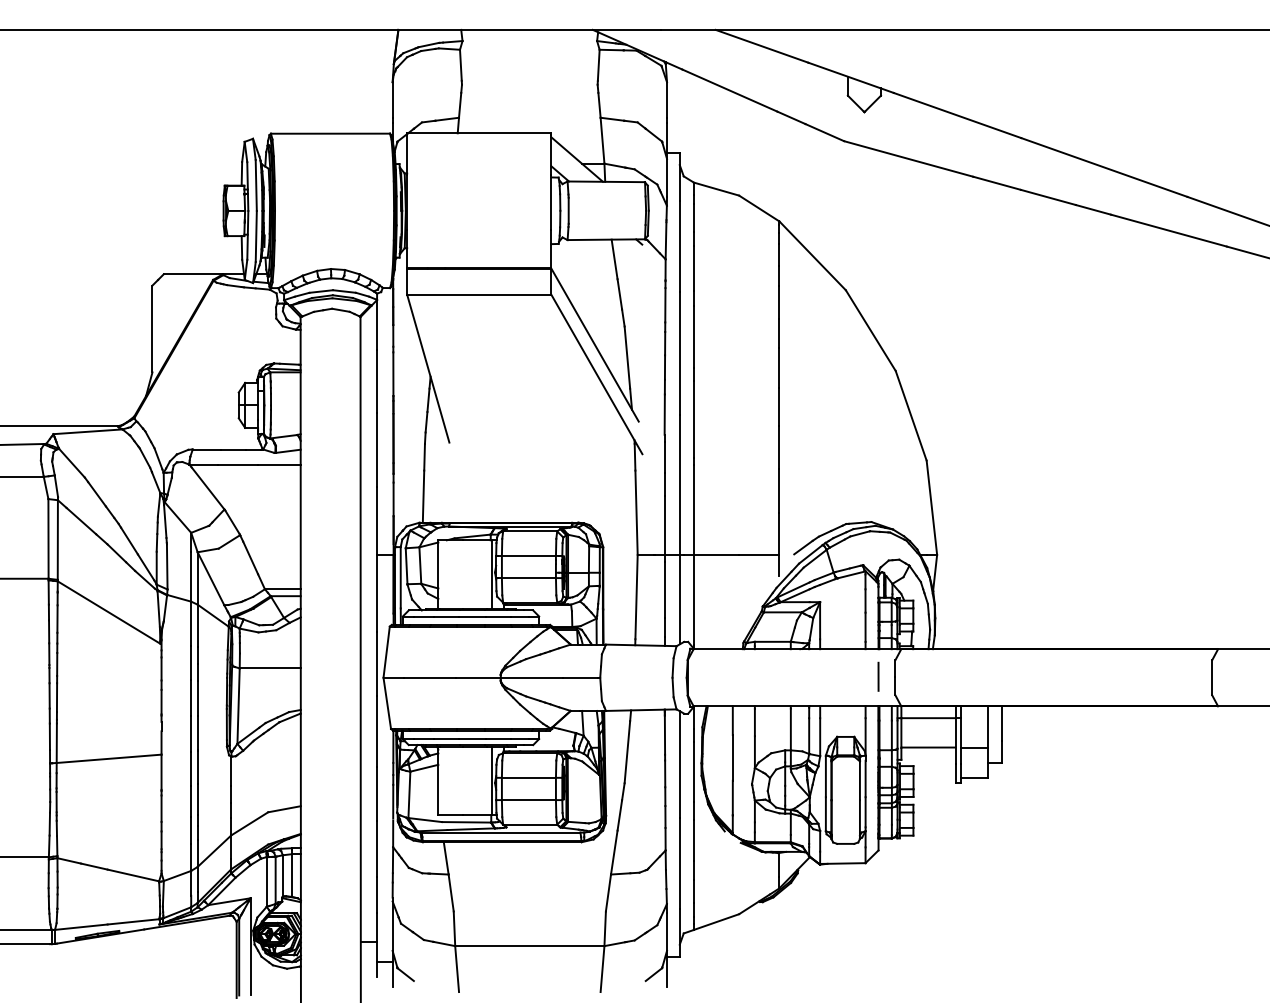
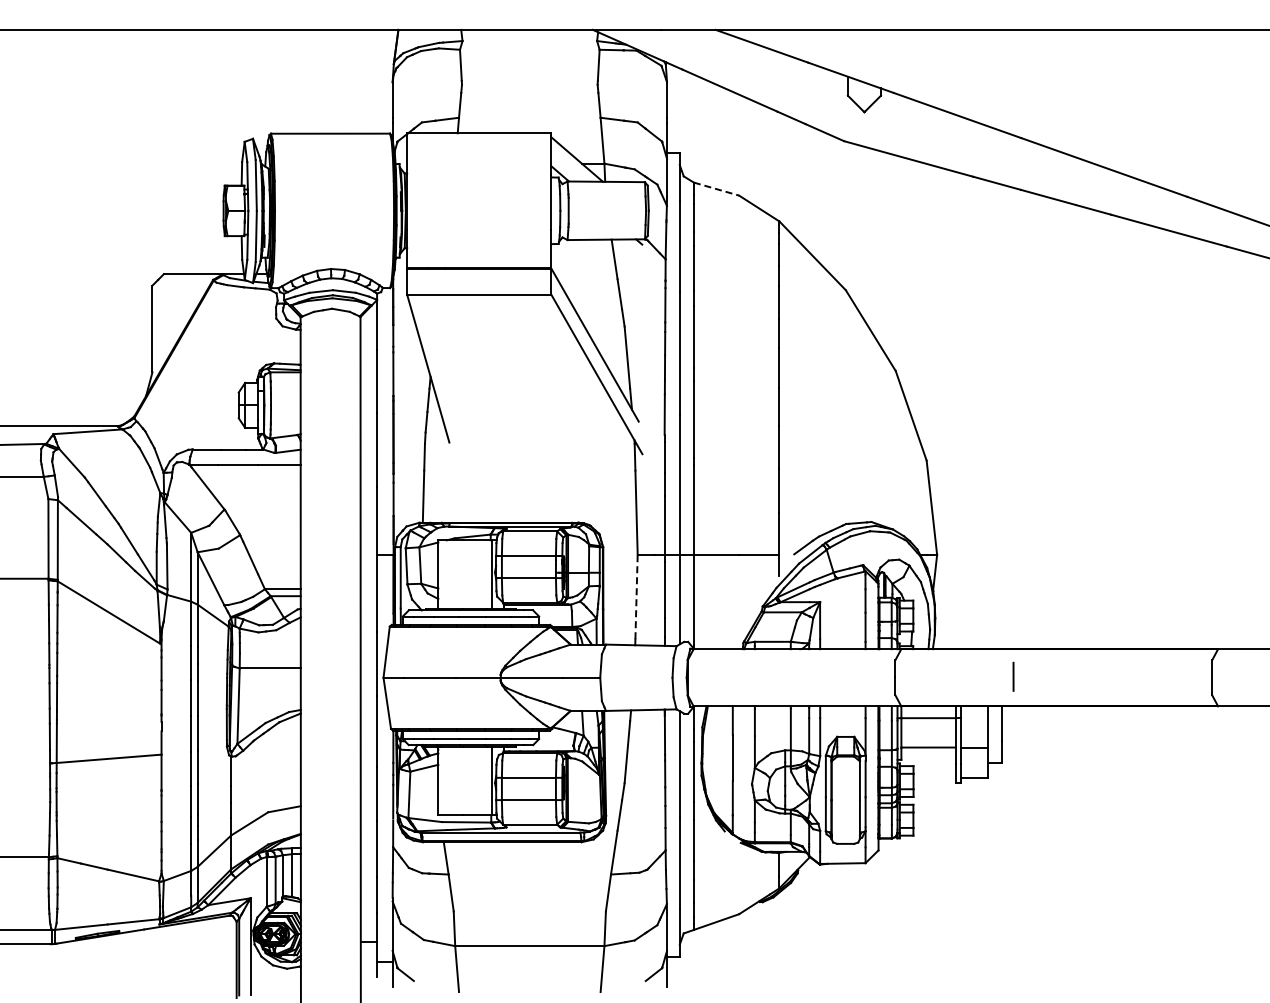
line at (716, 189): solid -> dashed
line at (636, 596): solid -> dashed
line at (878, 676) position: (878, 676) -> (1013, 676)
